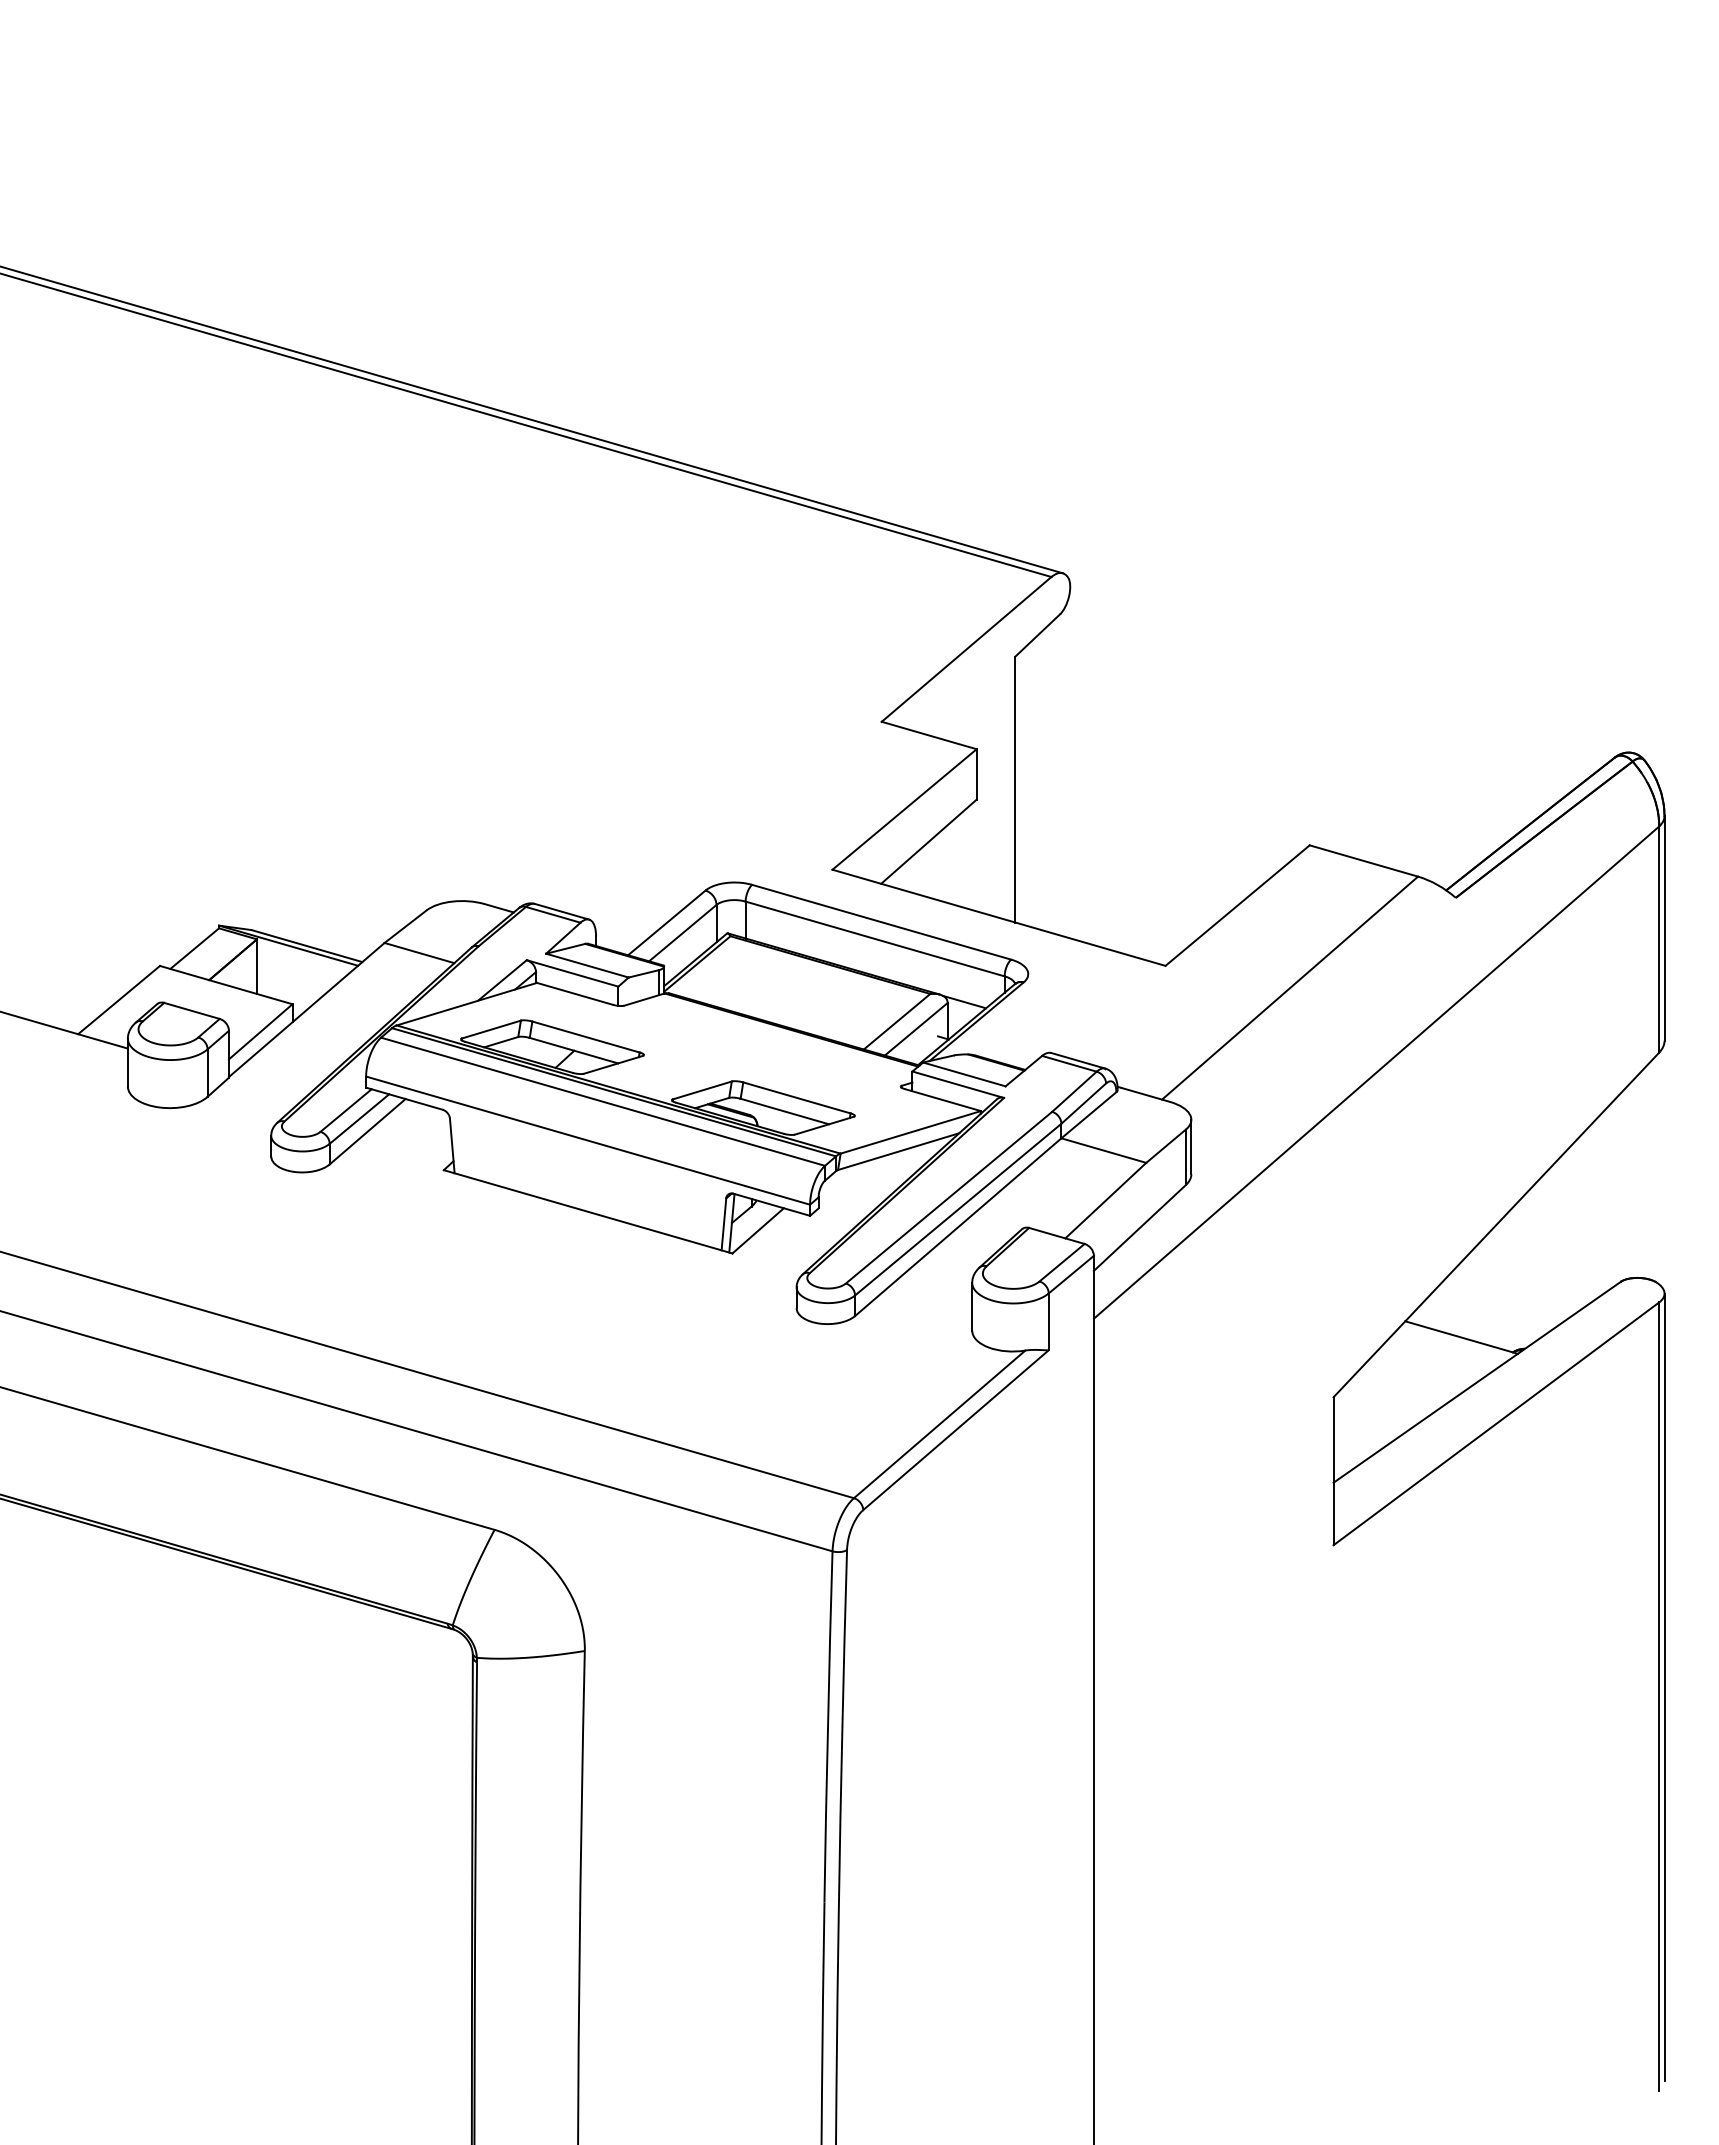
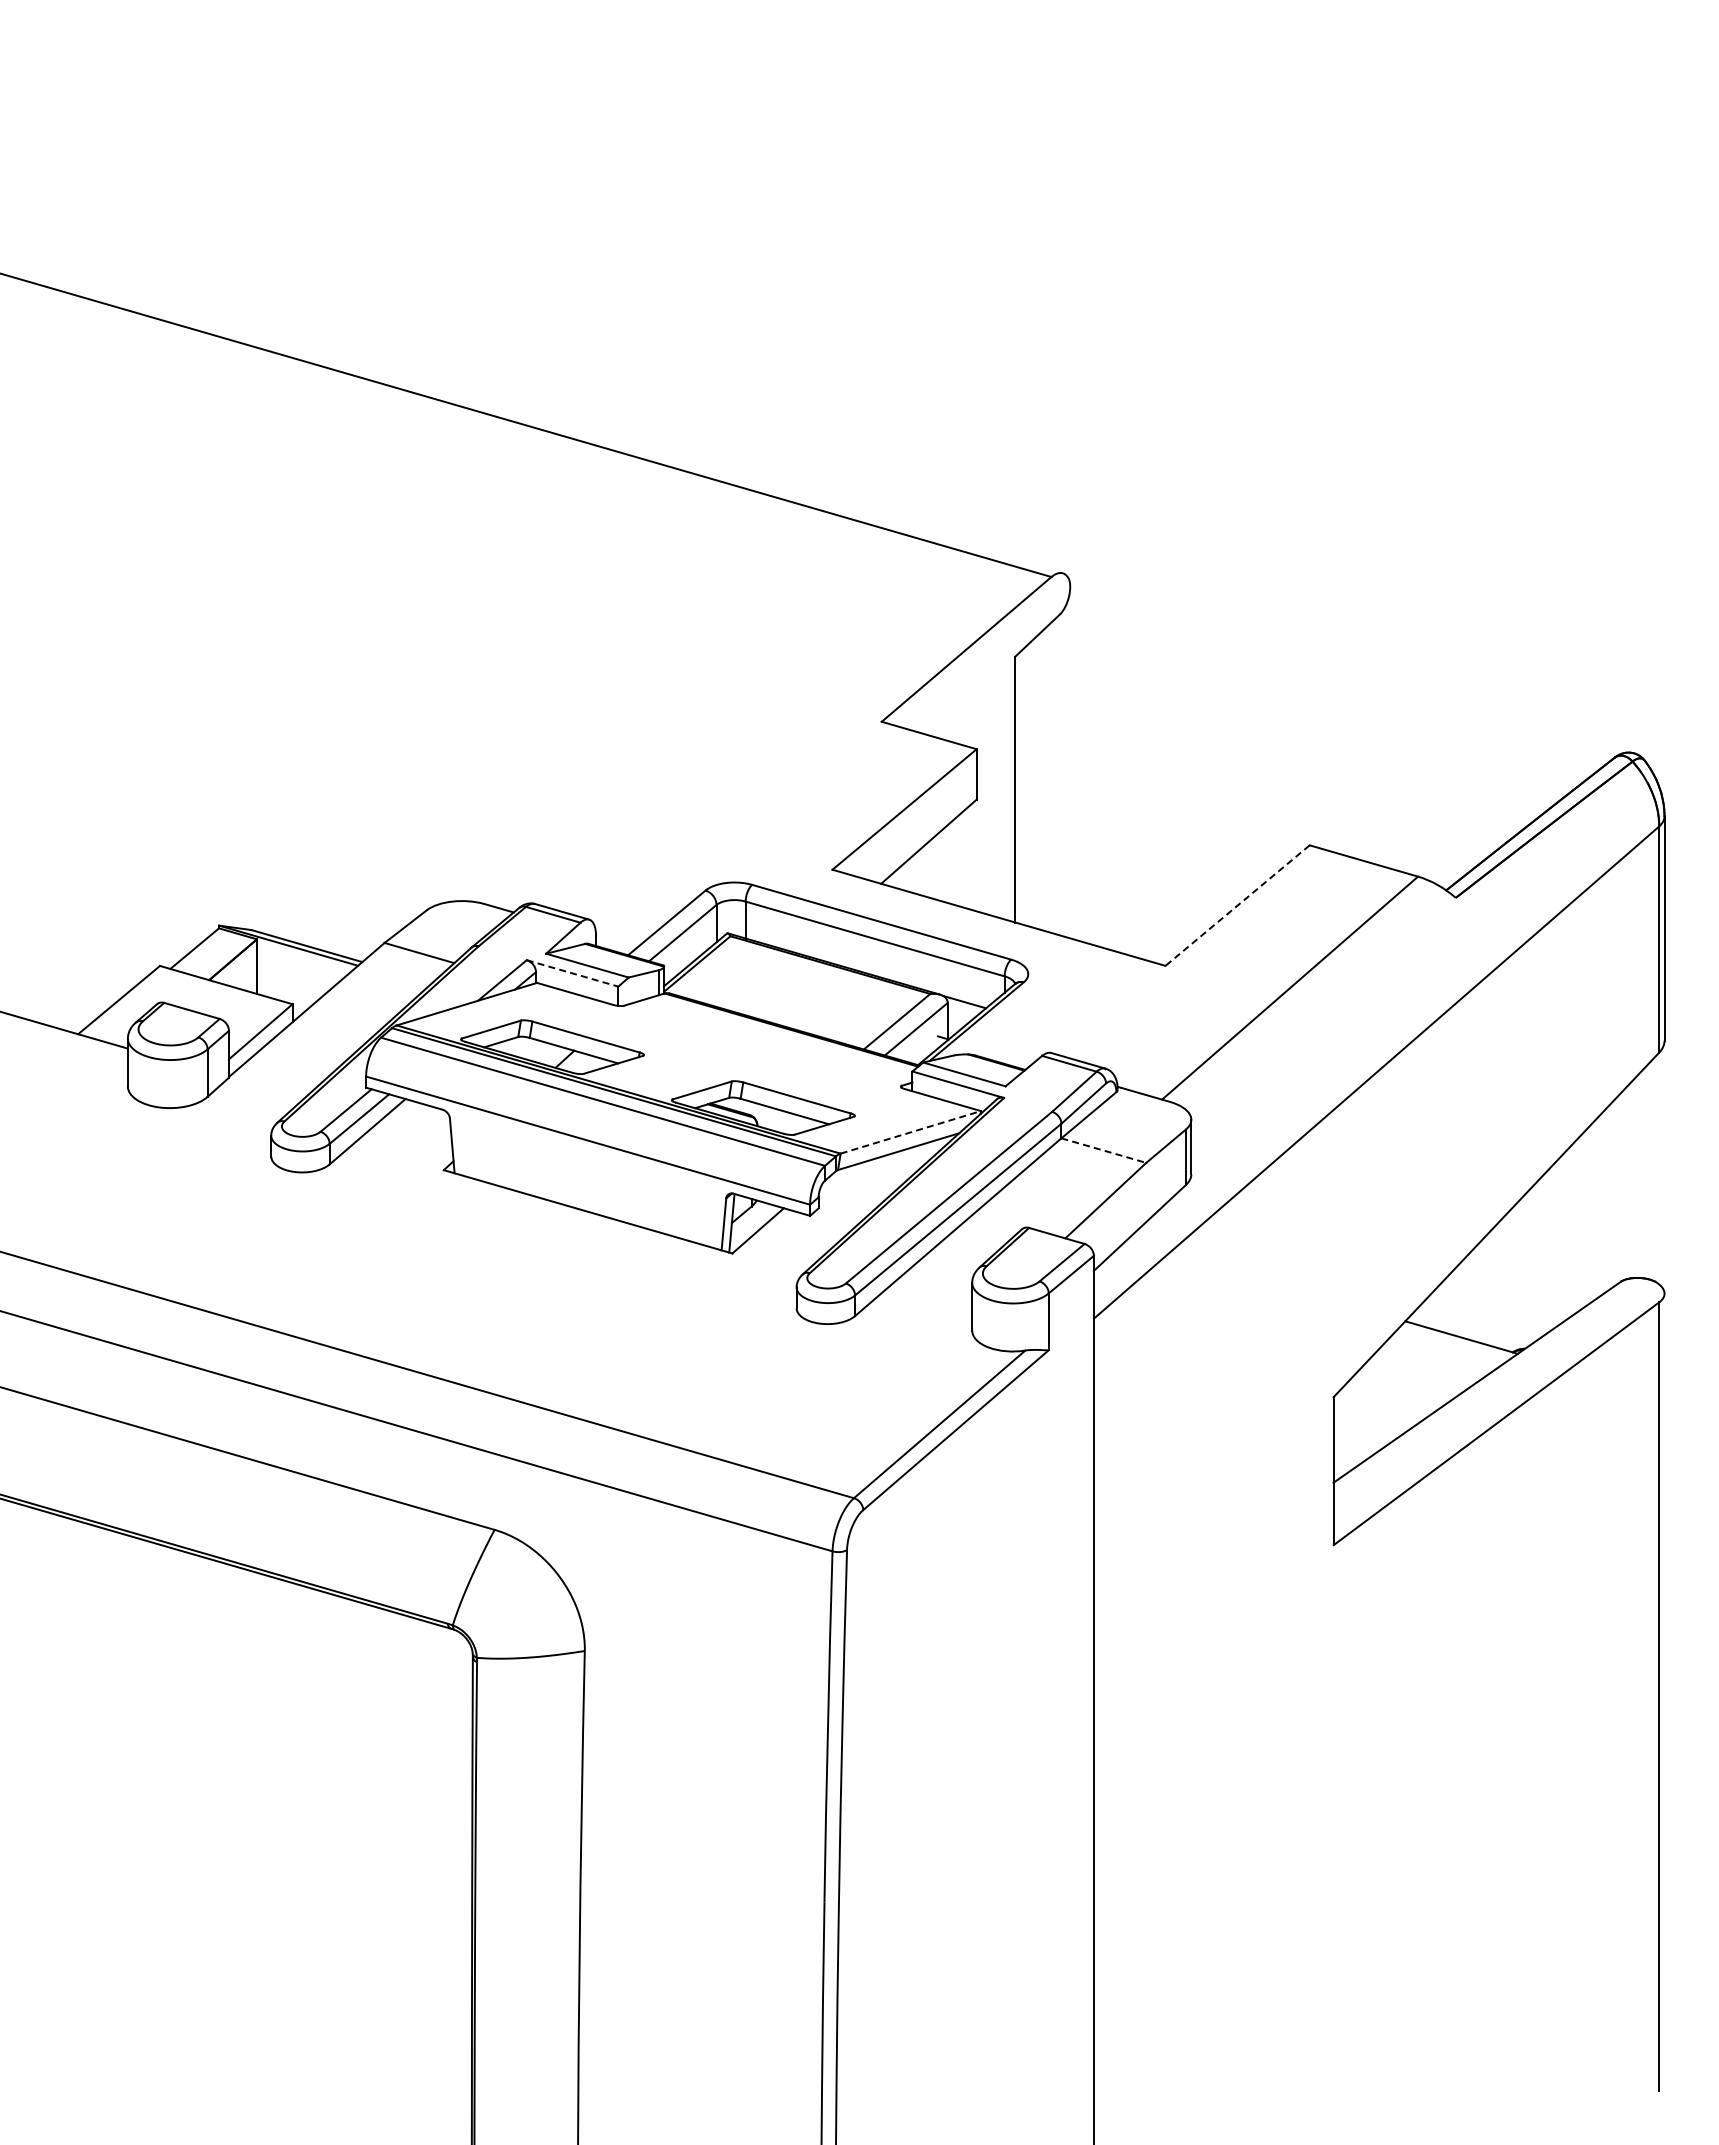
line at (532, 420): present -> none
line at (1237, 905): solid -> dashed
line at (572, 973): solid -> dashed
line at (911, 1132): solid -> dashed
line at (1104, 1150): solid -> dashed
line at (1664, 1686): present -> none
